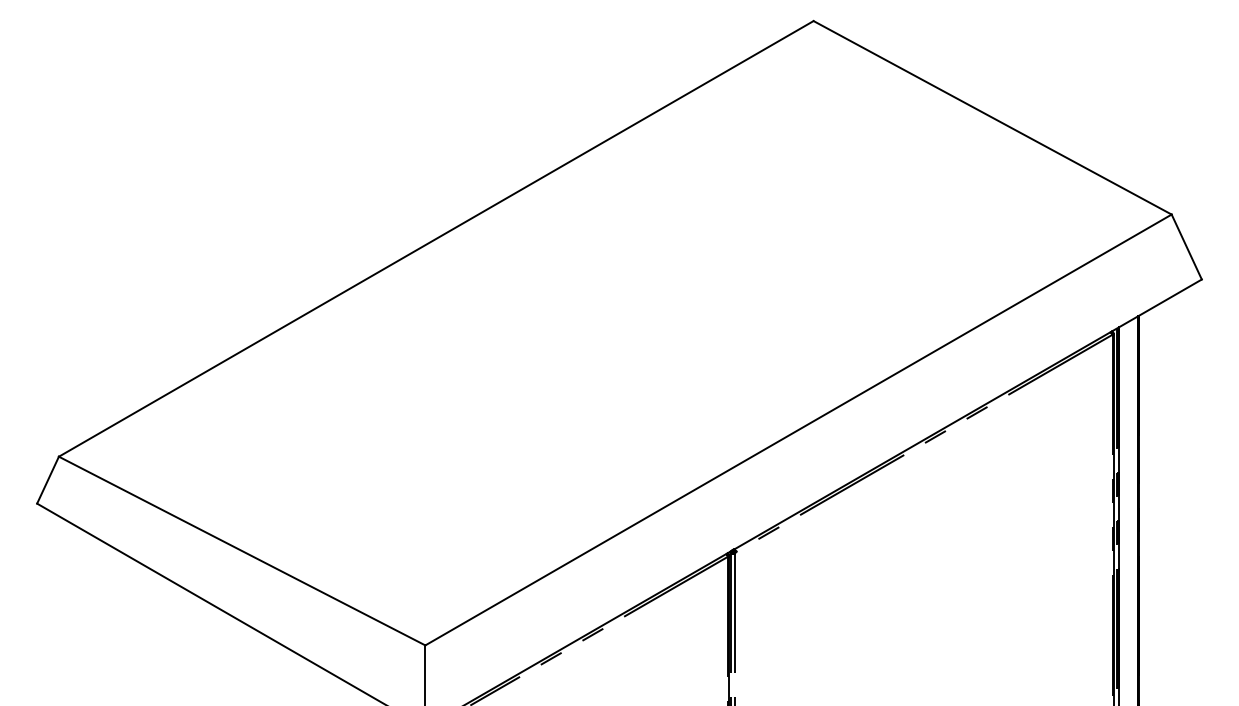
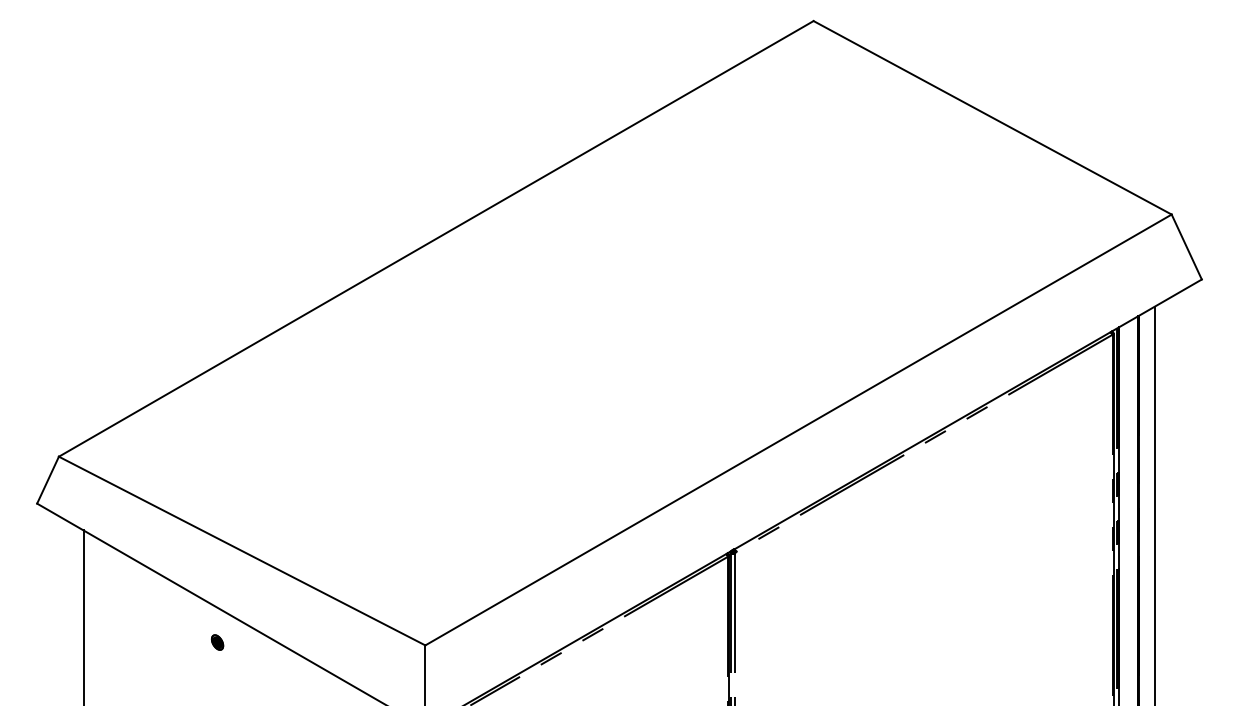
line at (1154, 504): none -> present
line at (83, 616): none -> present
part at (217, 642): none -> present
